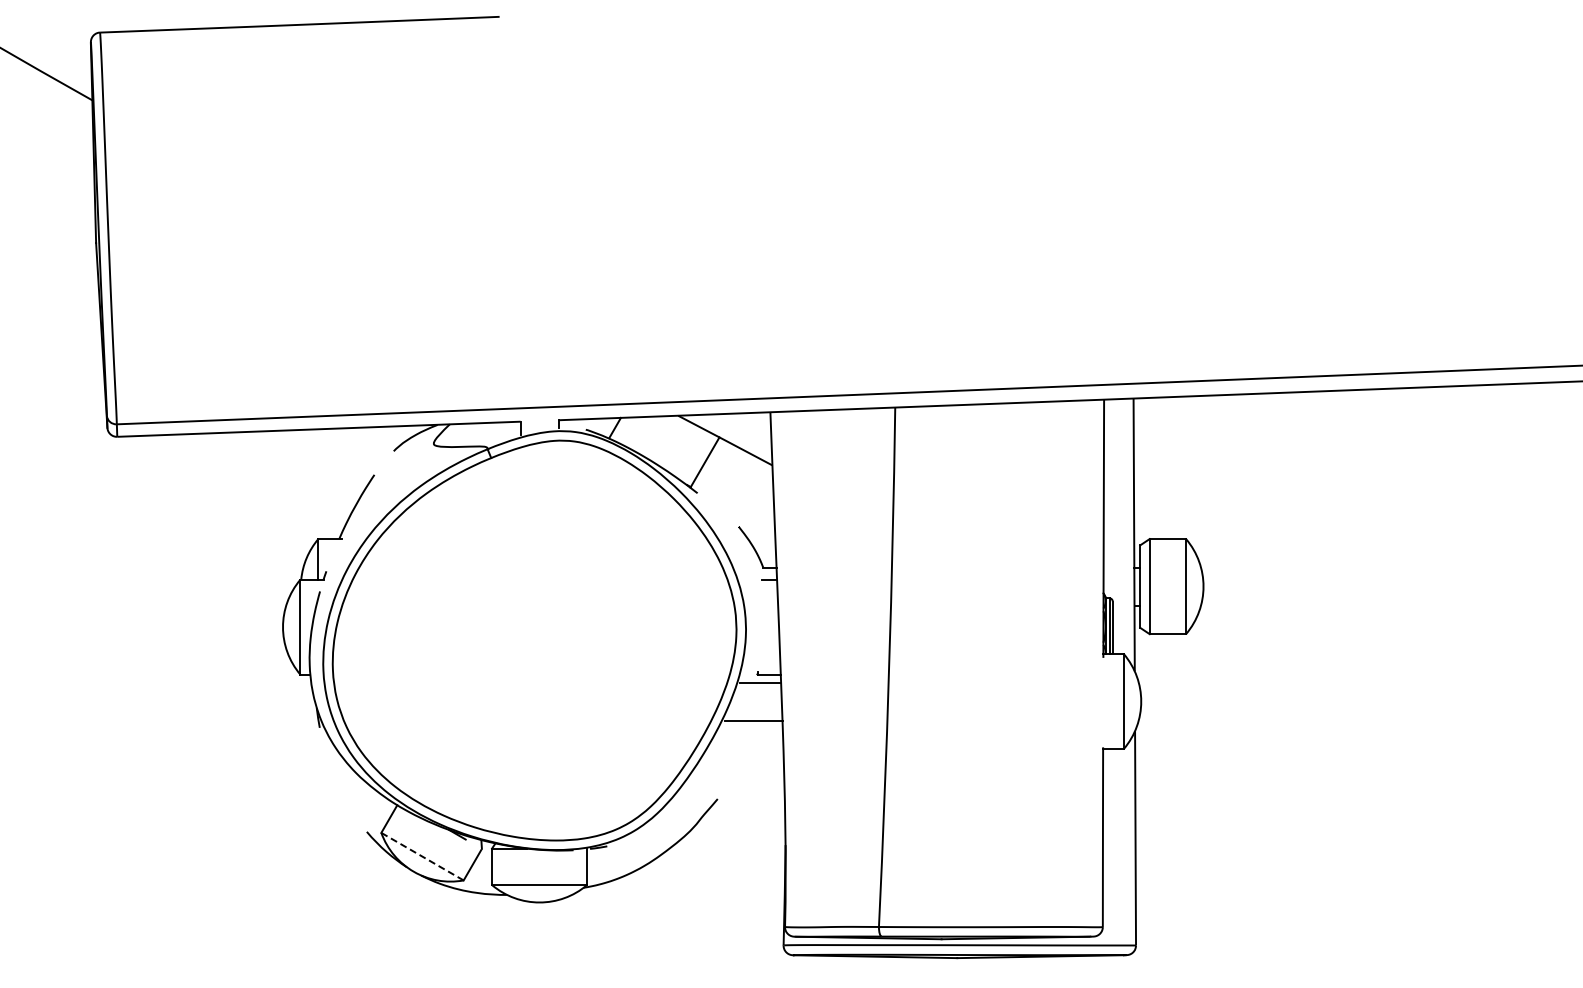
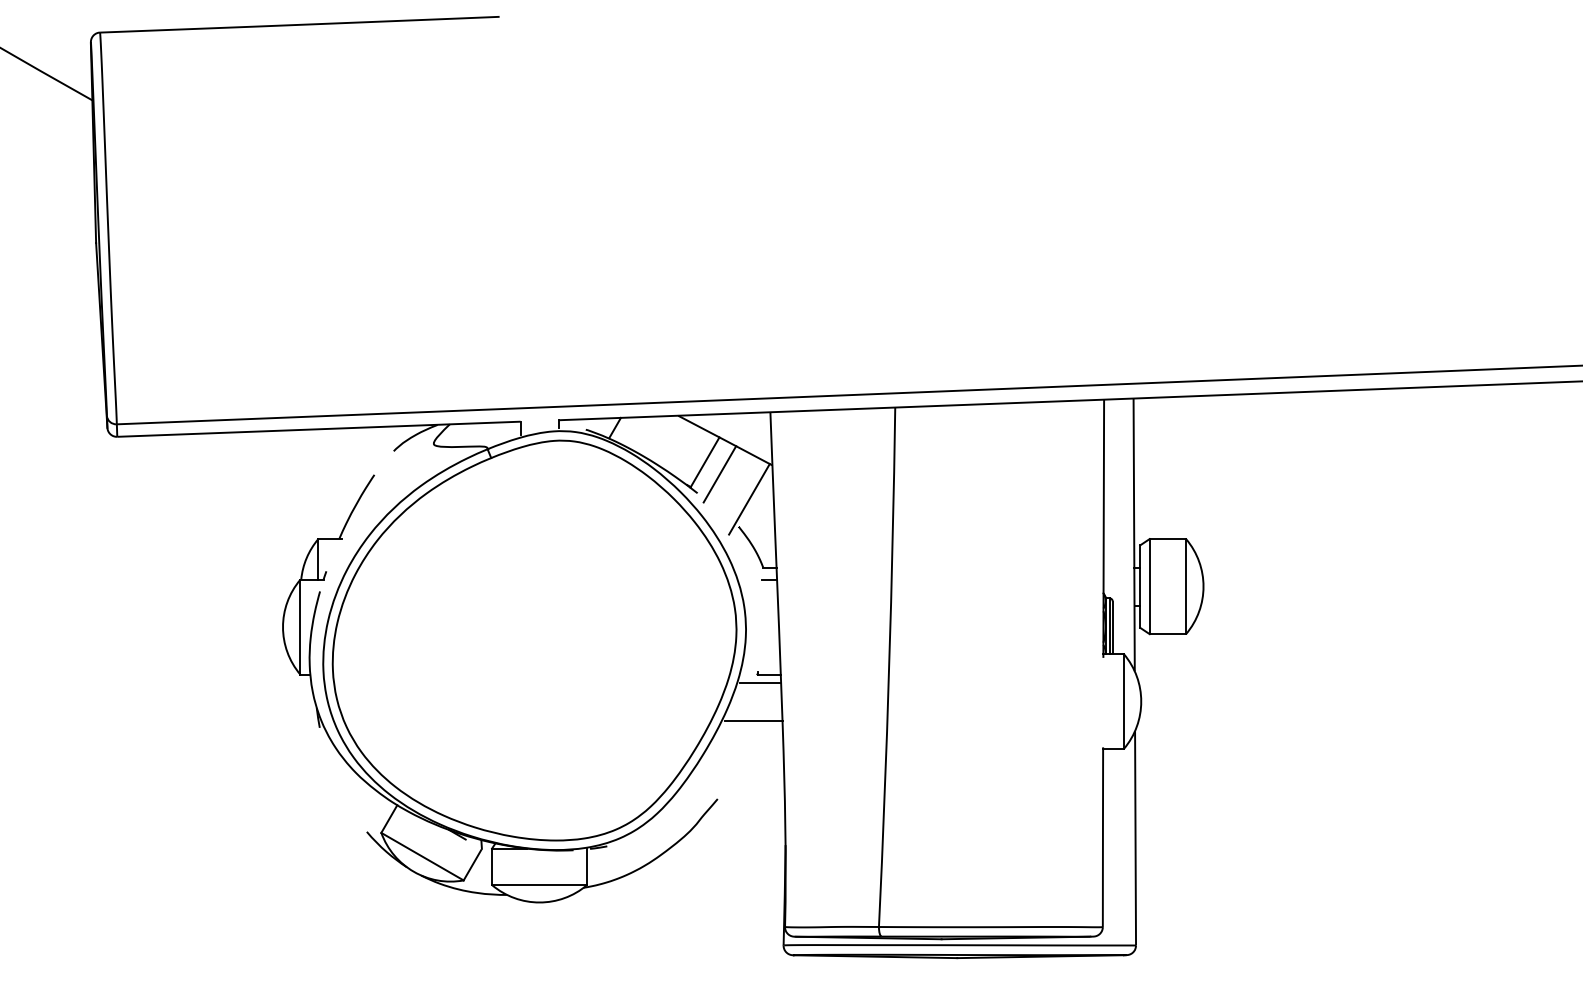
line at (719, 474): none -> present
line at (749, 499): none -> present
line at (422, 856): dashed -> solid
